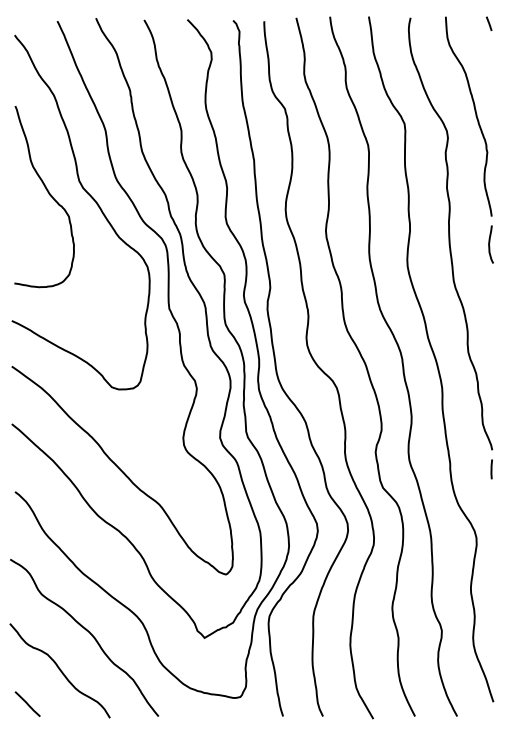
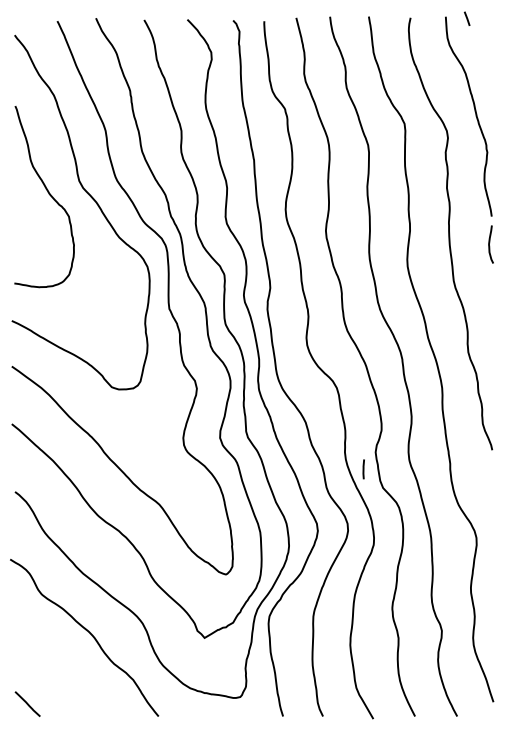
line at (489, 23) position: (489, 23) -> (467, 18)
line at (491, 469) position: (491, 469) -> (363, 469)
curve at (59, 670): present -> none
